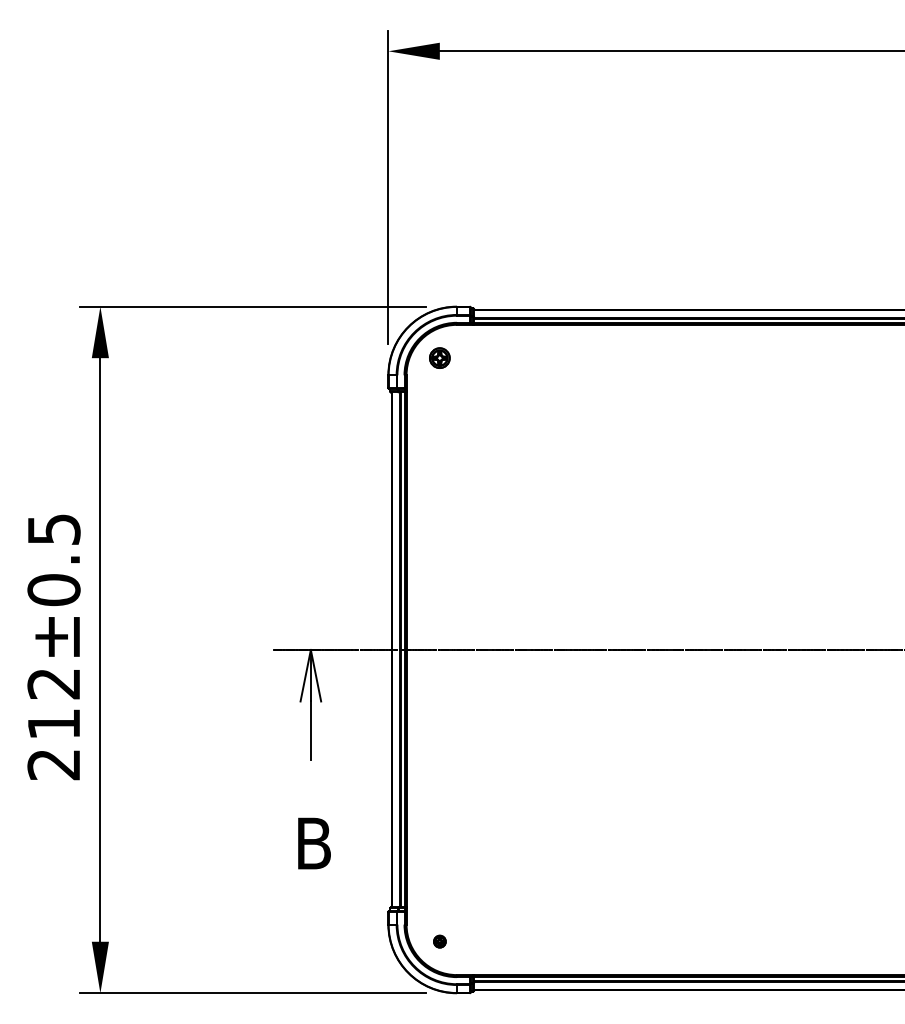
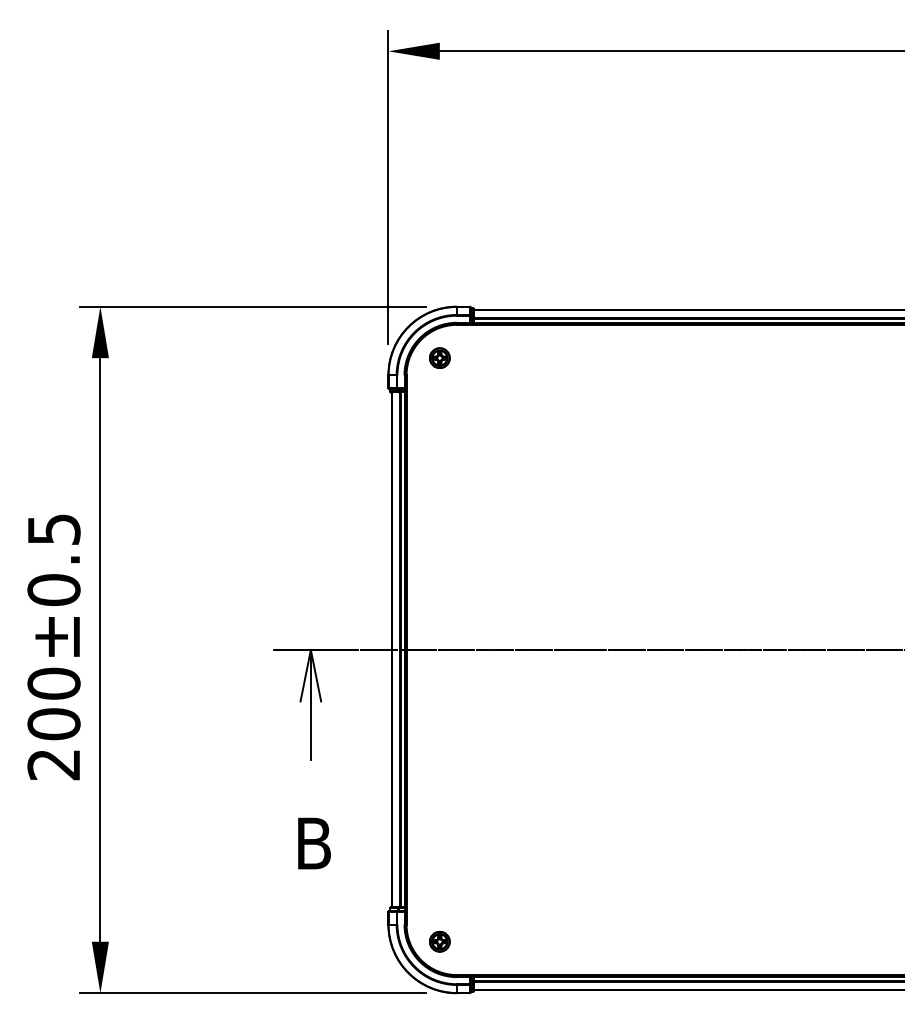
text at (53, 703): 212±0.5 -> 200±0.5
part at (439, 941) size: 14x15 px -> 22x23 px
